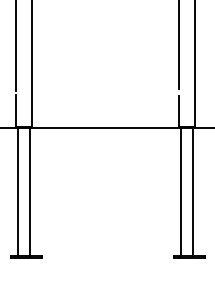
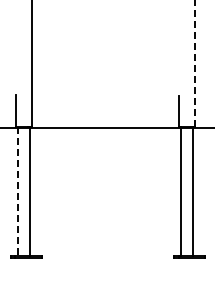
line at (178, 45): present -> none
line at (15, 46): present -> none
line at (194, 63): solid -> dashed
line at (17, 191): solid -> dashed
